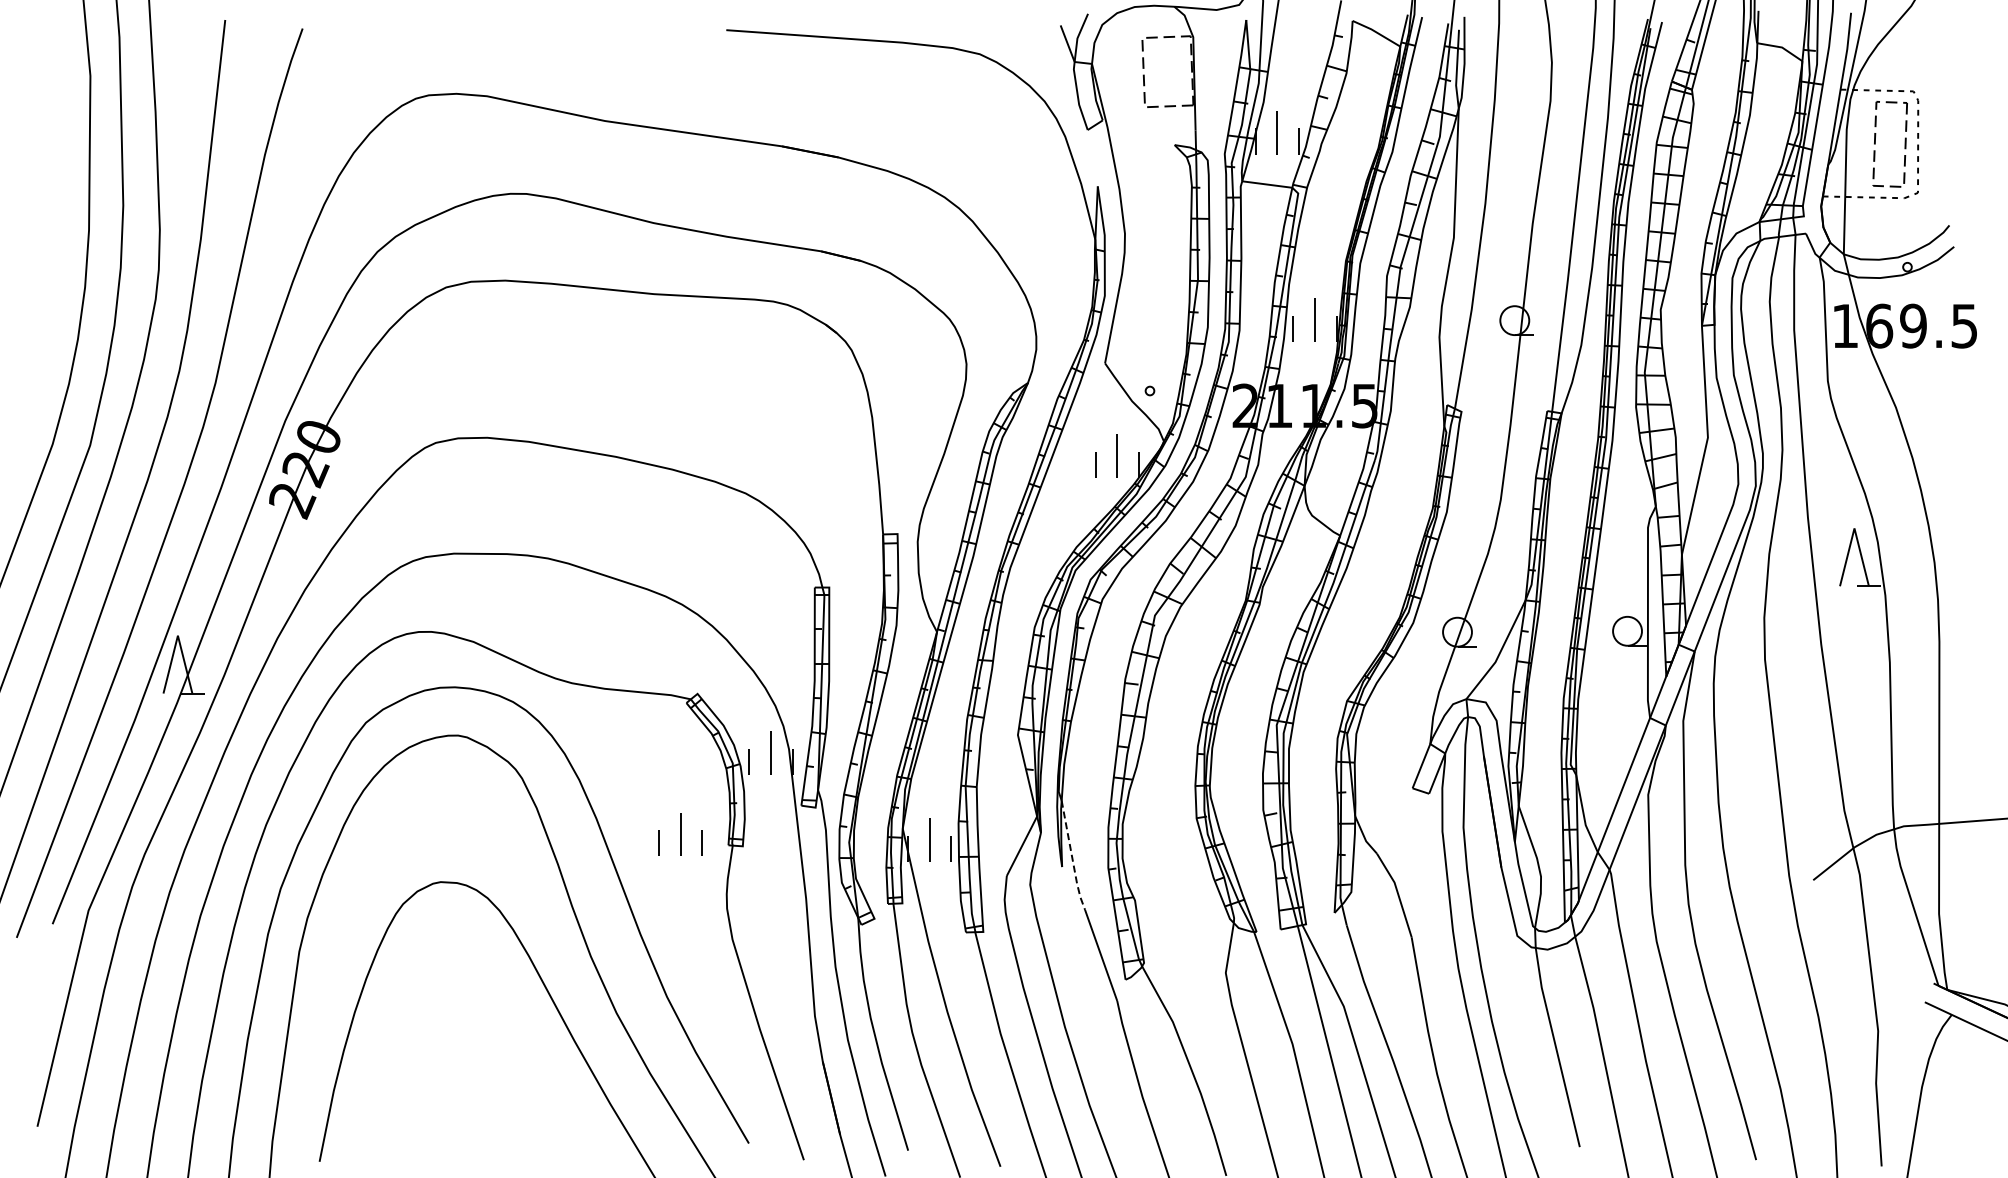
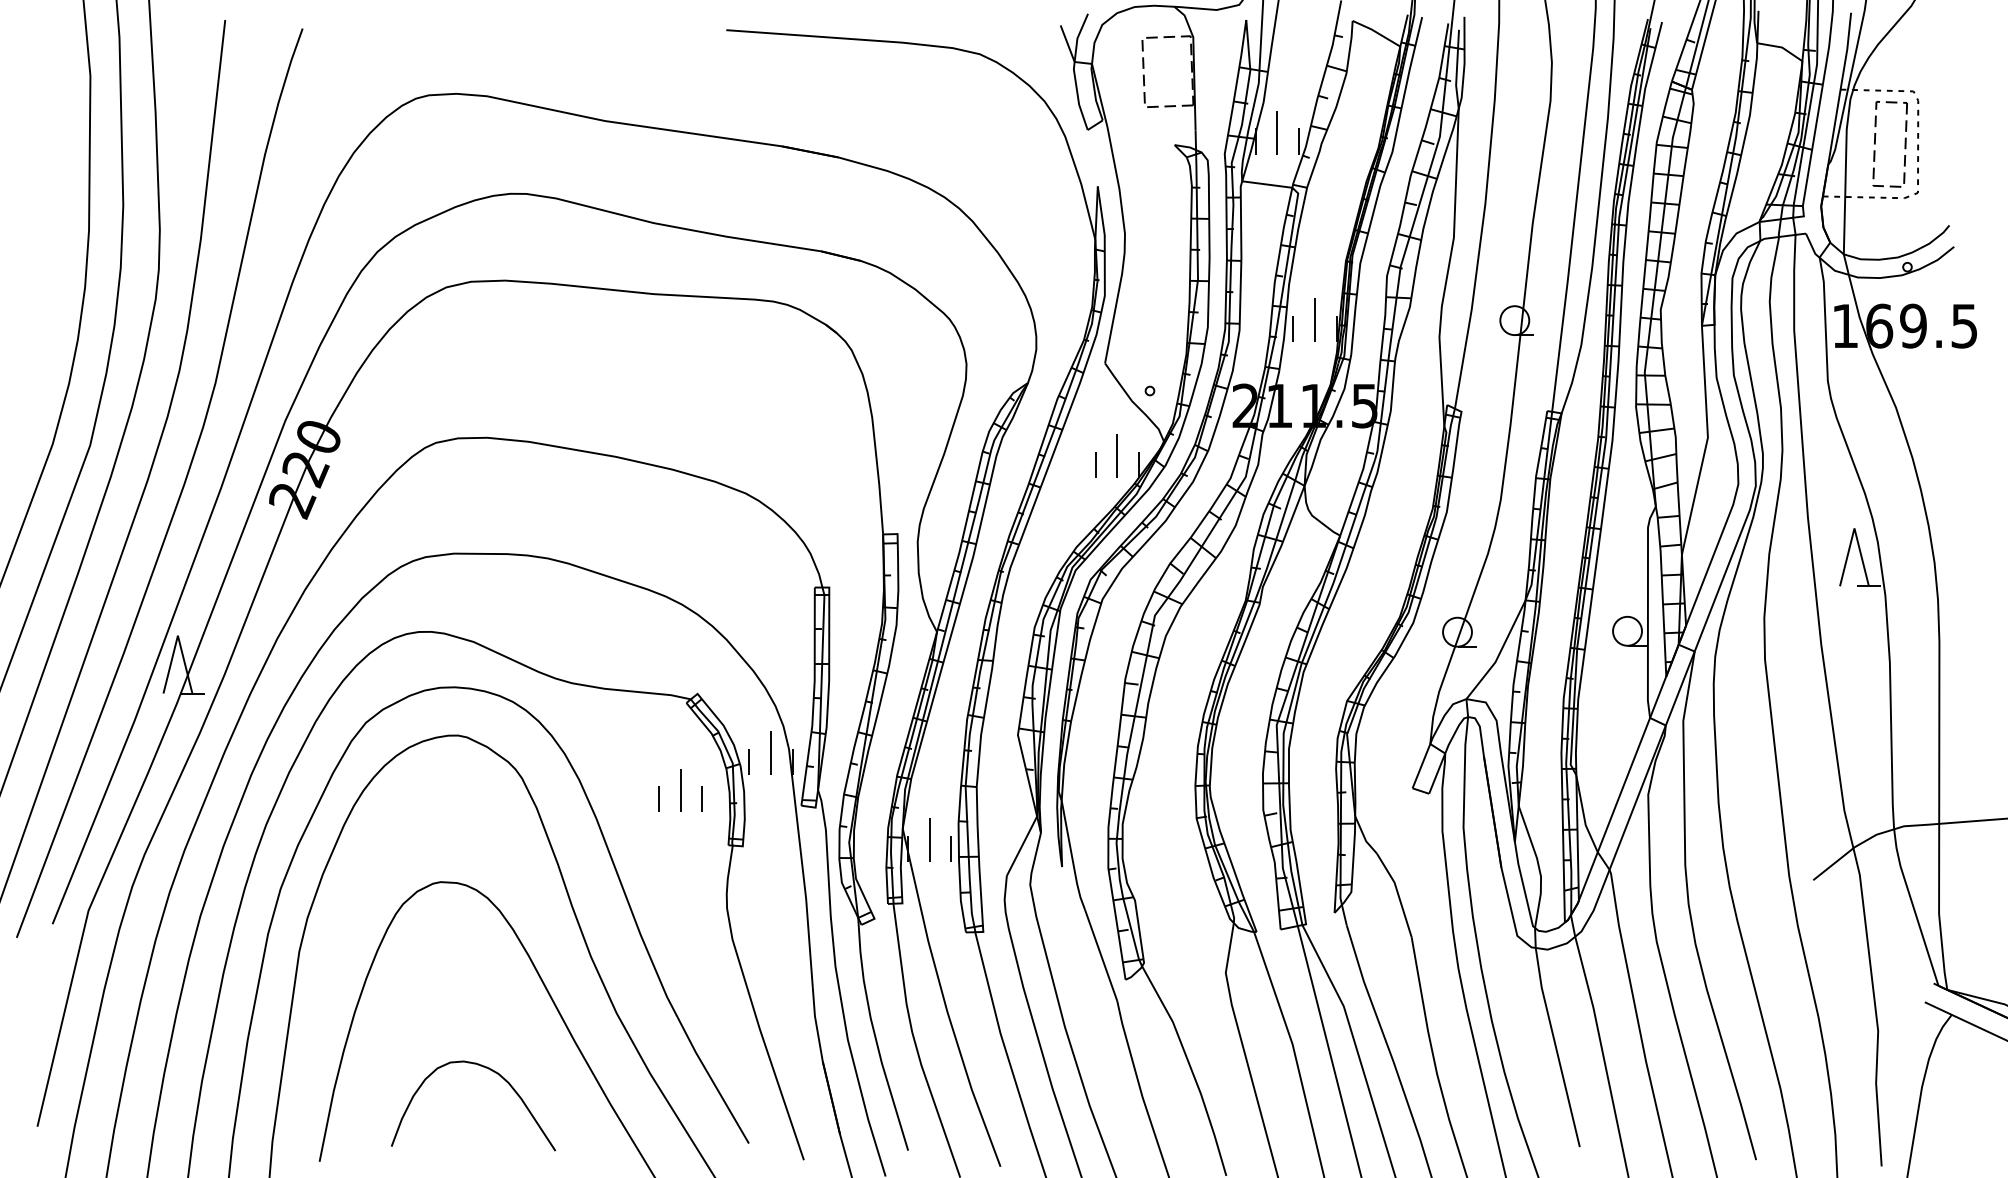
part at (680, 834) position: (680, 834) -> (680, 790)
line at (1072, 857): dashed -> solid
curve at (493, 1072): none -> present
